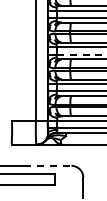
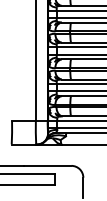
line at (81, 54): dashed -> solid
line at (47, 165): dashed -> solid
